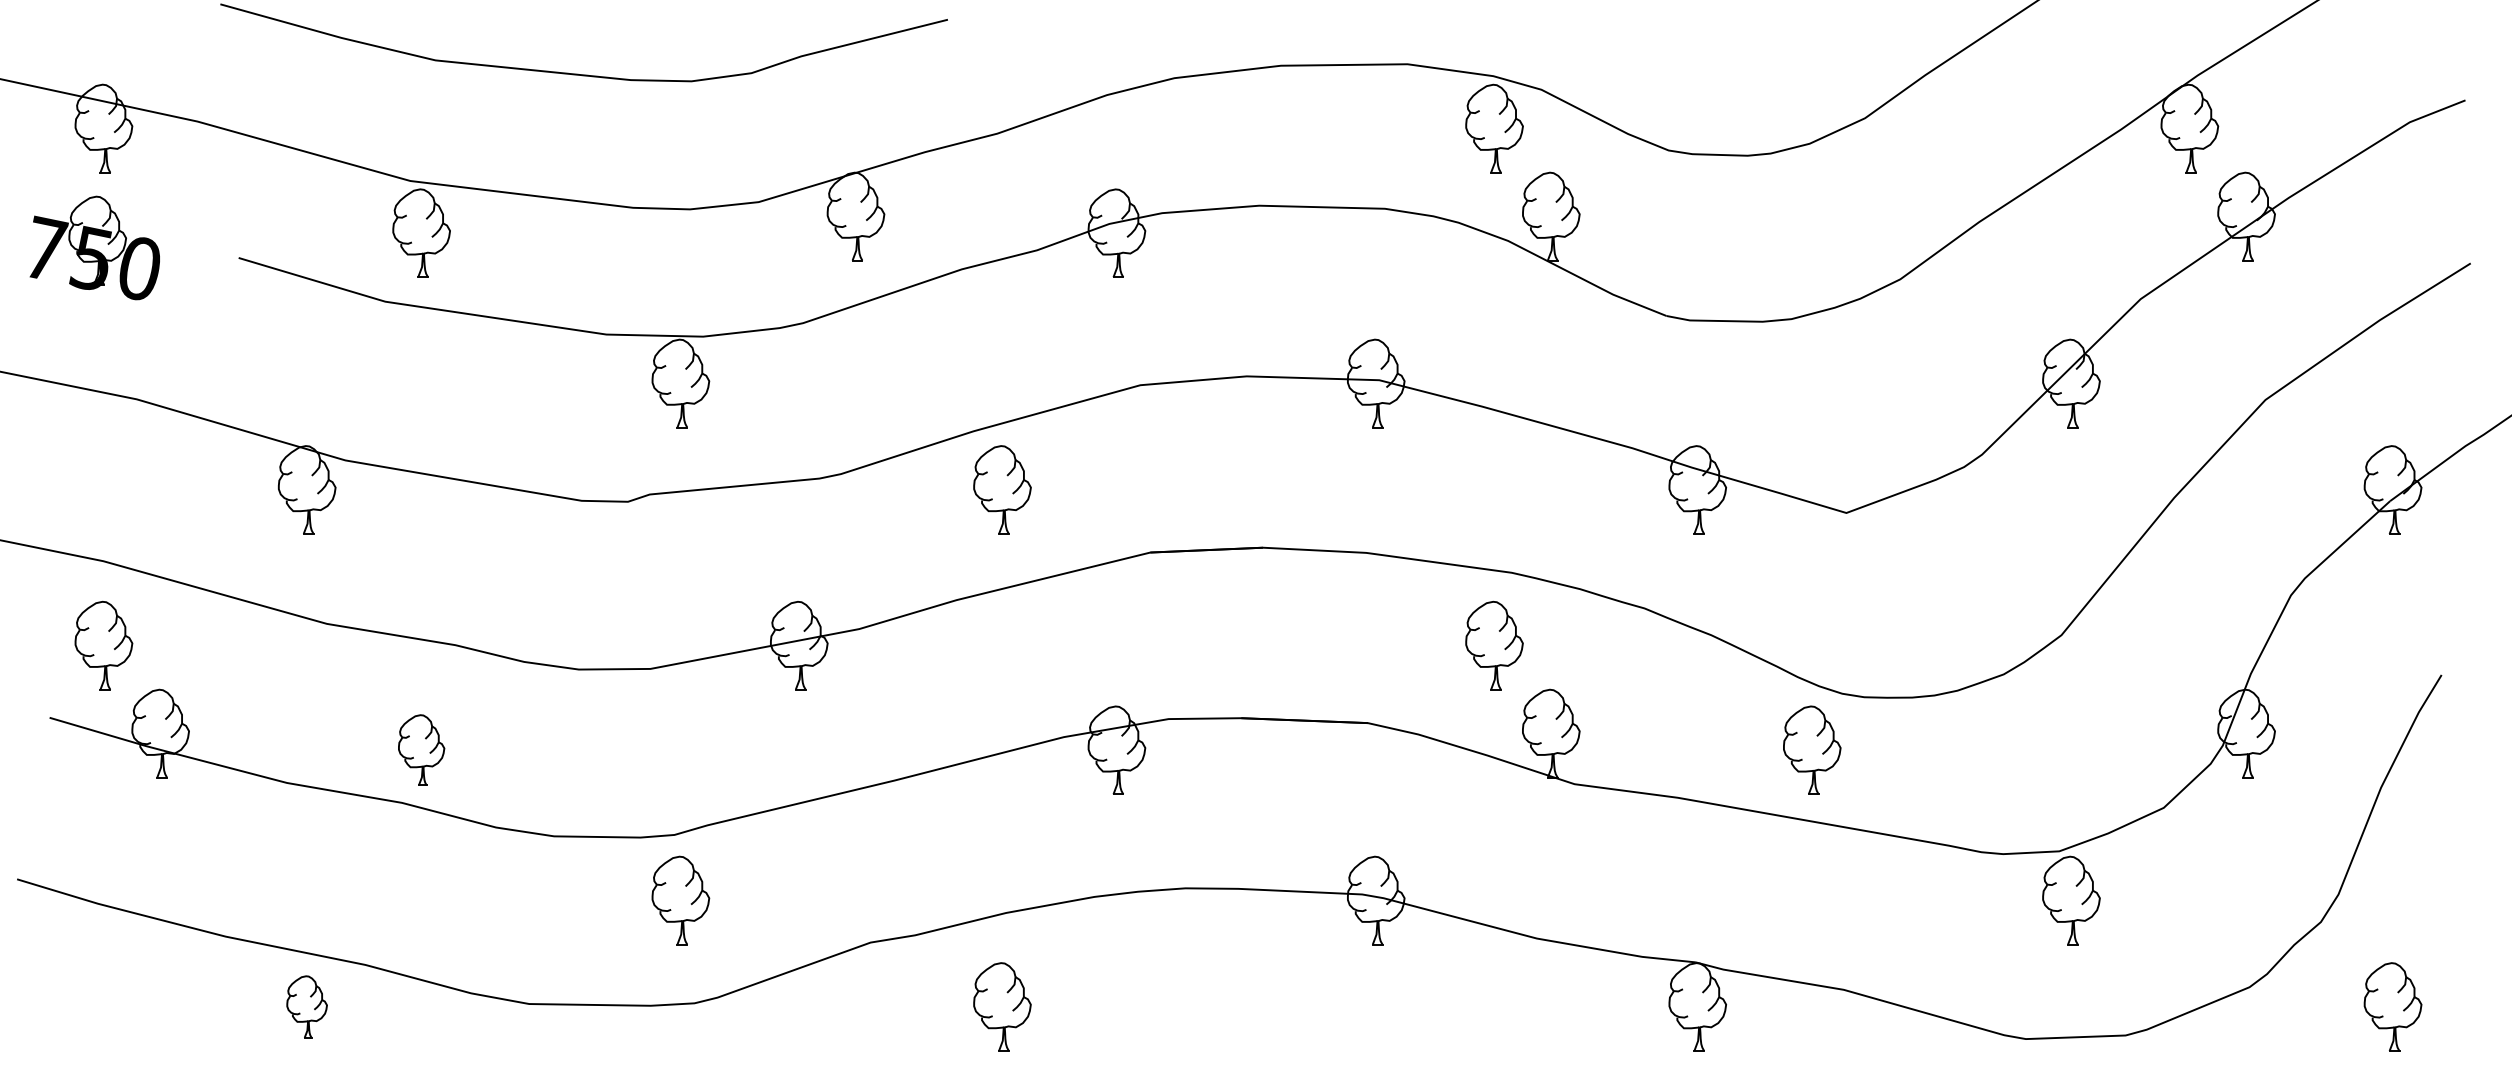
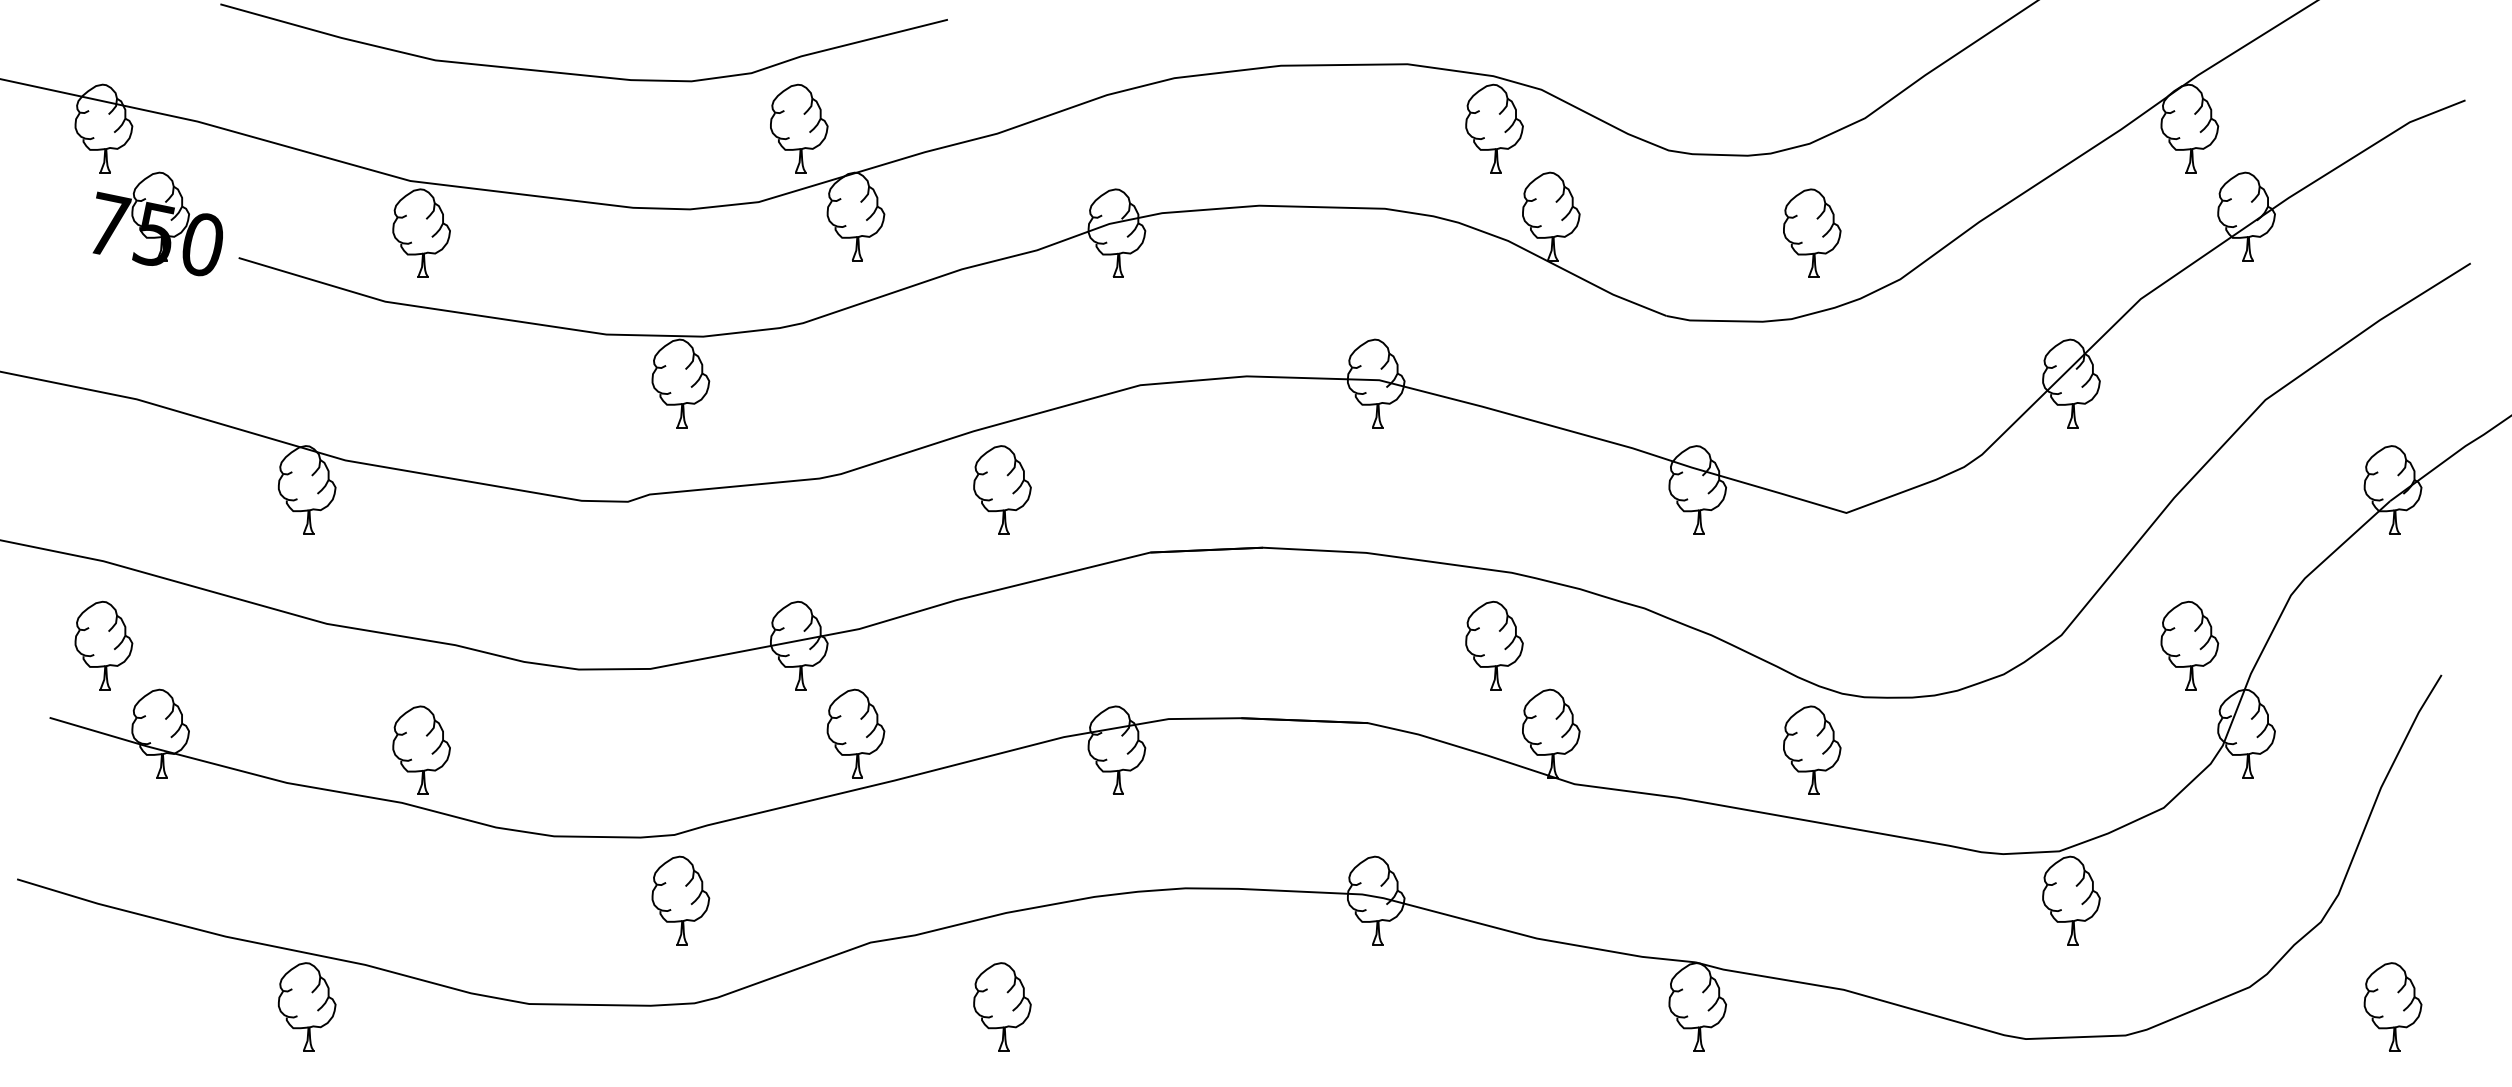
part at (799, 128): none -> present
part at (1812, 232): none -> present
part at (94, 247) position: (94, 247) -> (157, 223)
part at (2189, 645): none -> present
part at (855, 733): none -> present
part at (421, 749) size: 48x72 px -> 59x90 px
part at (306, 1006) size: 42x64 px -> 60x90 px
